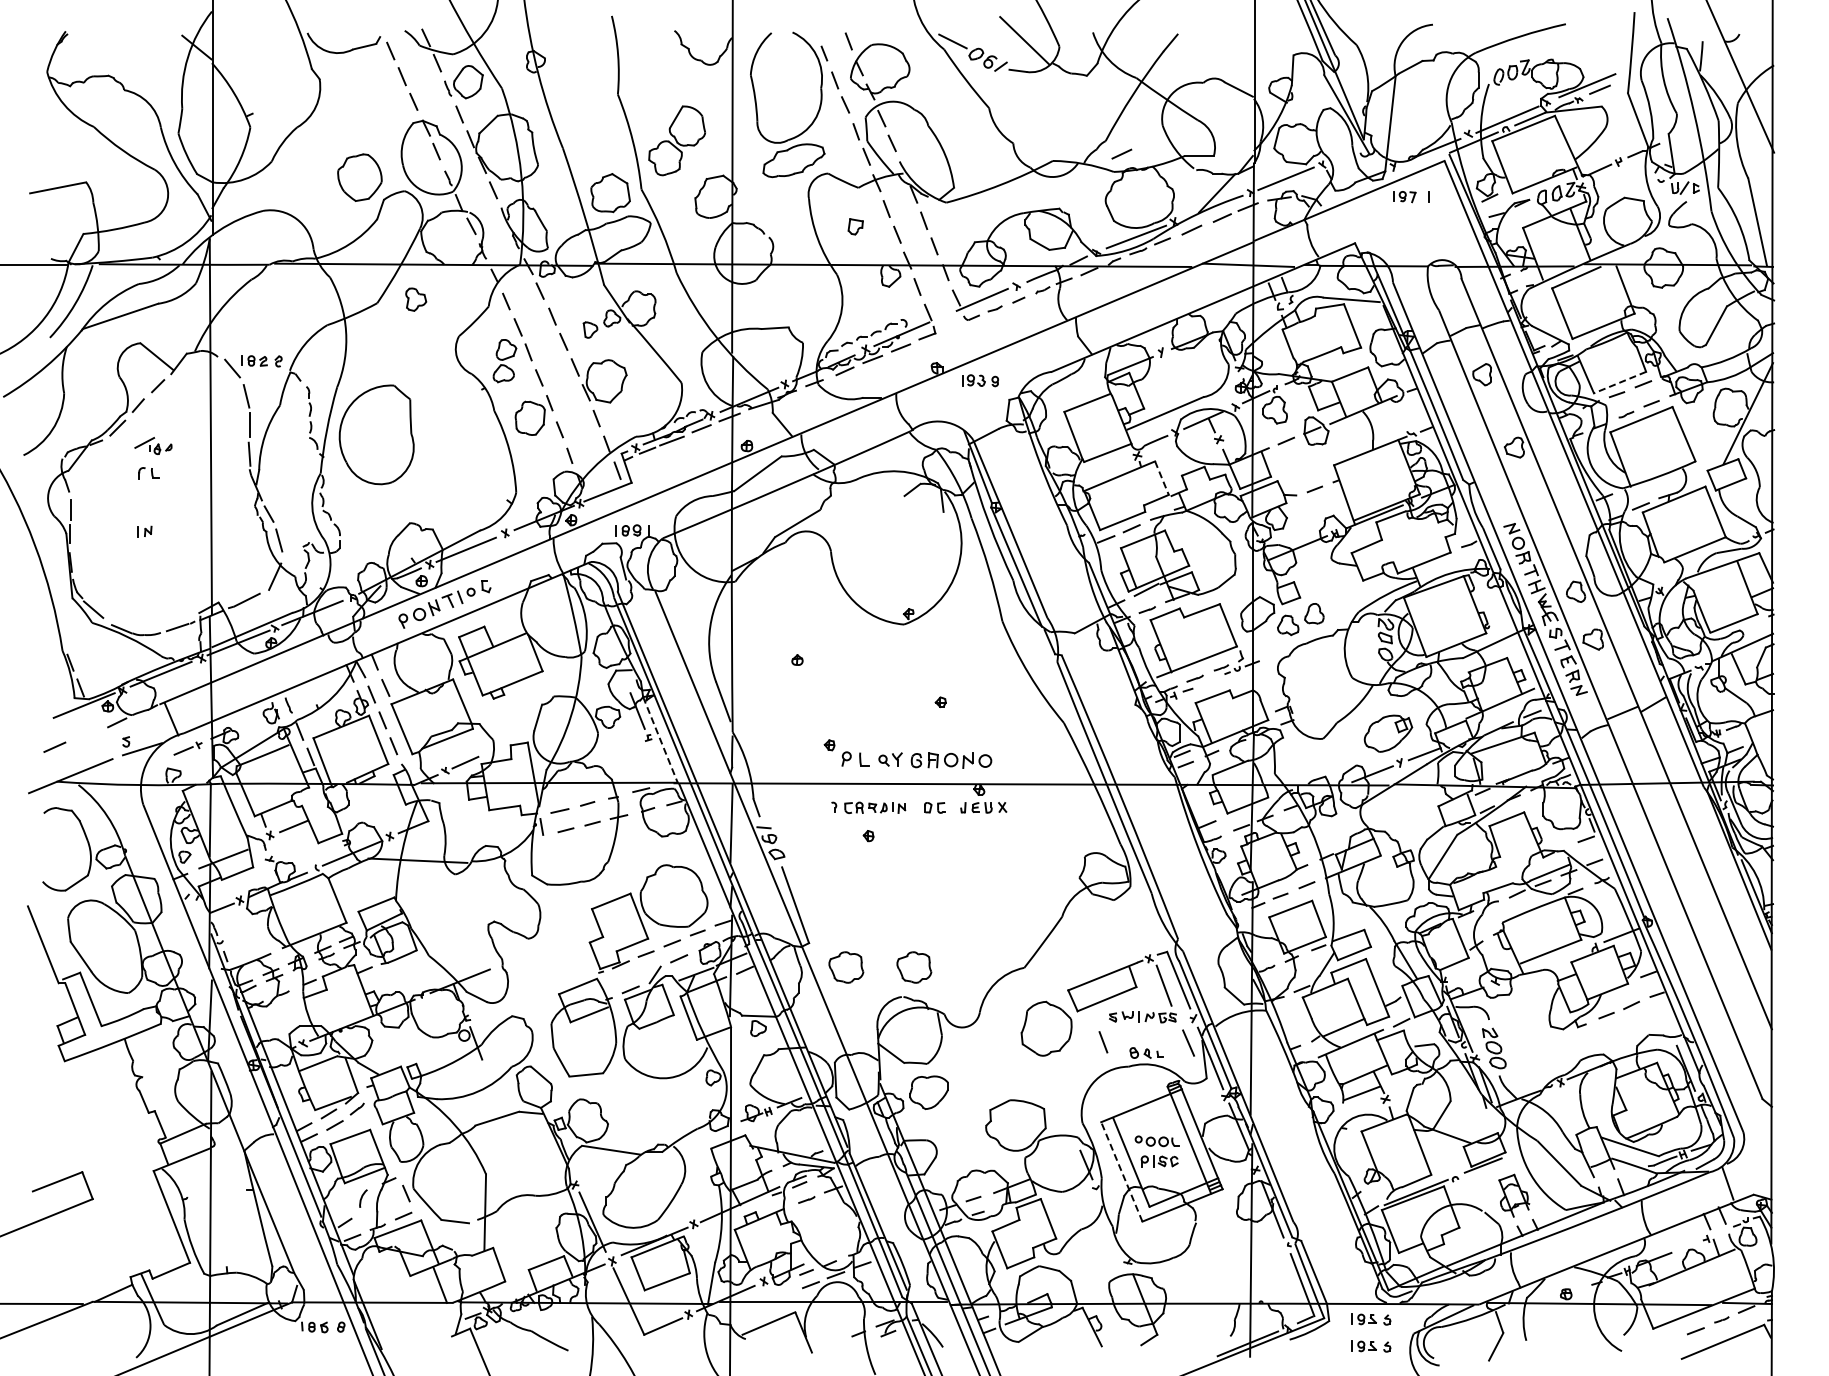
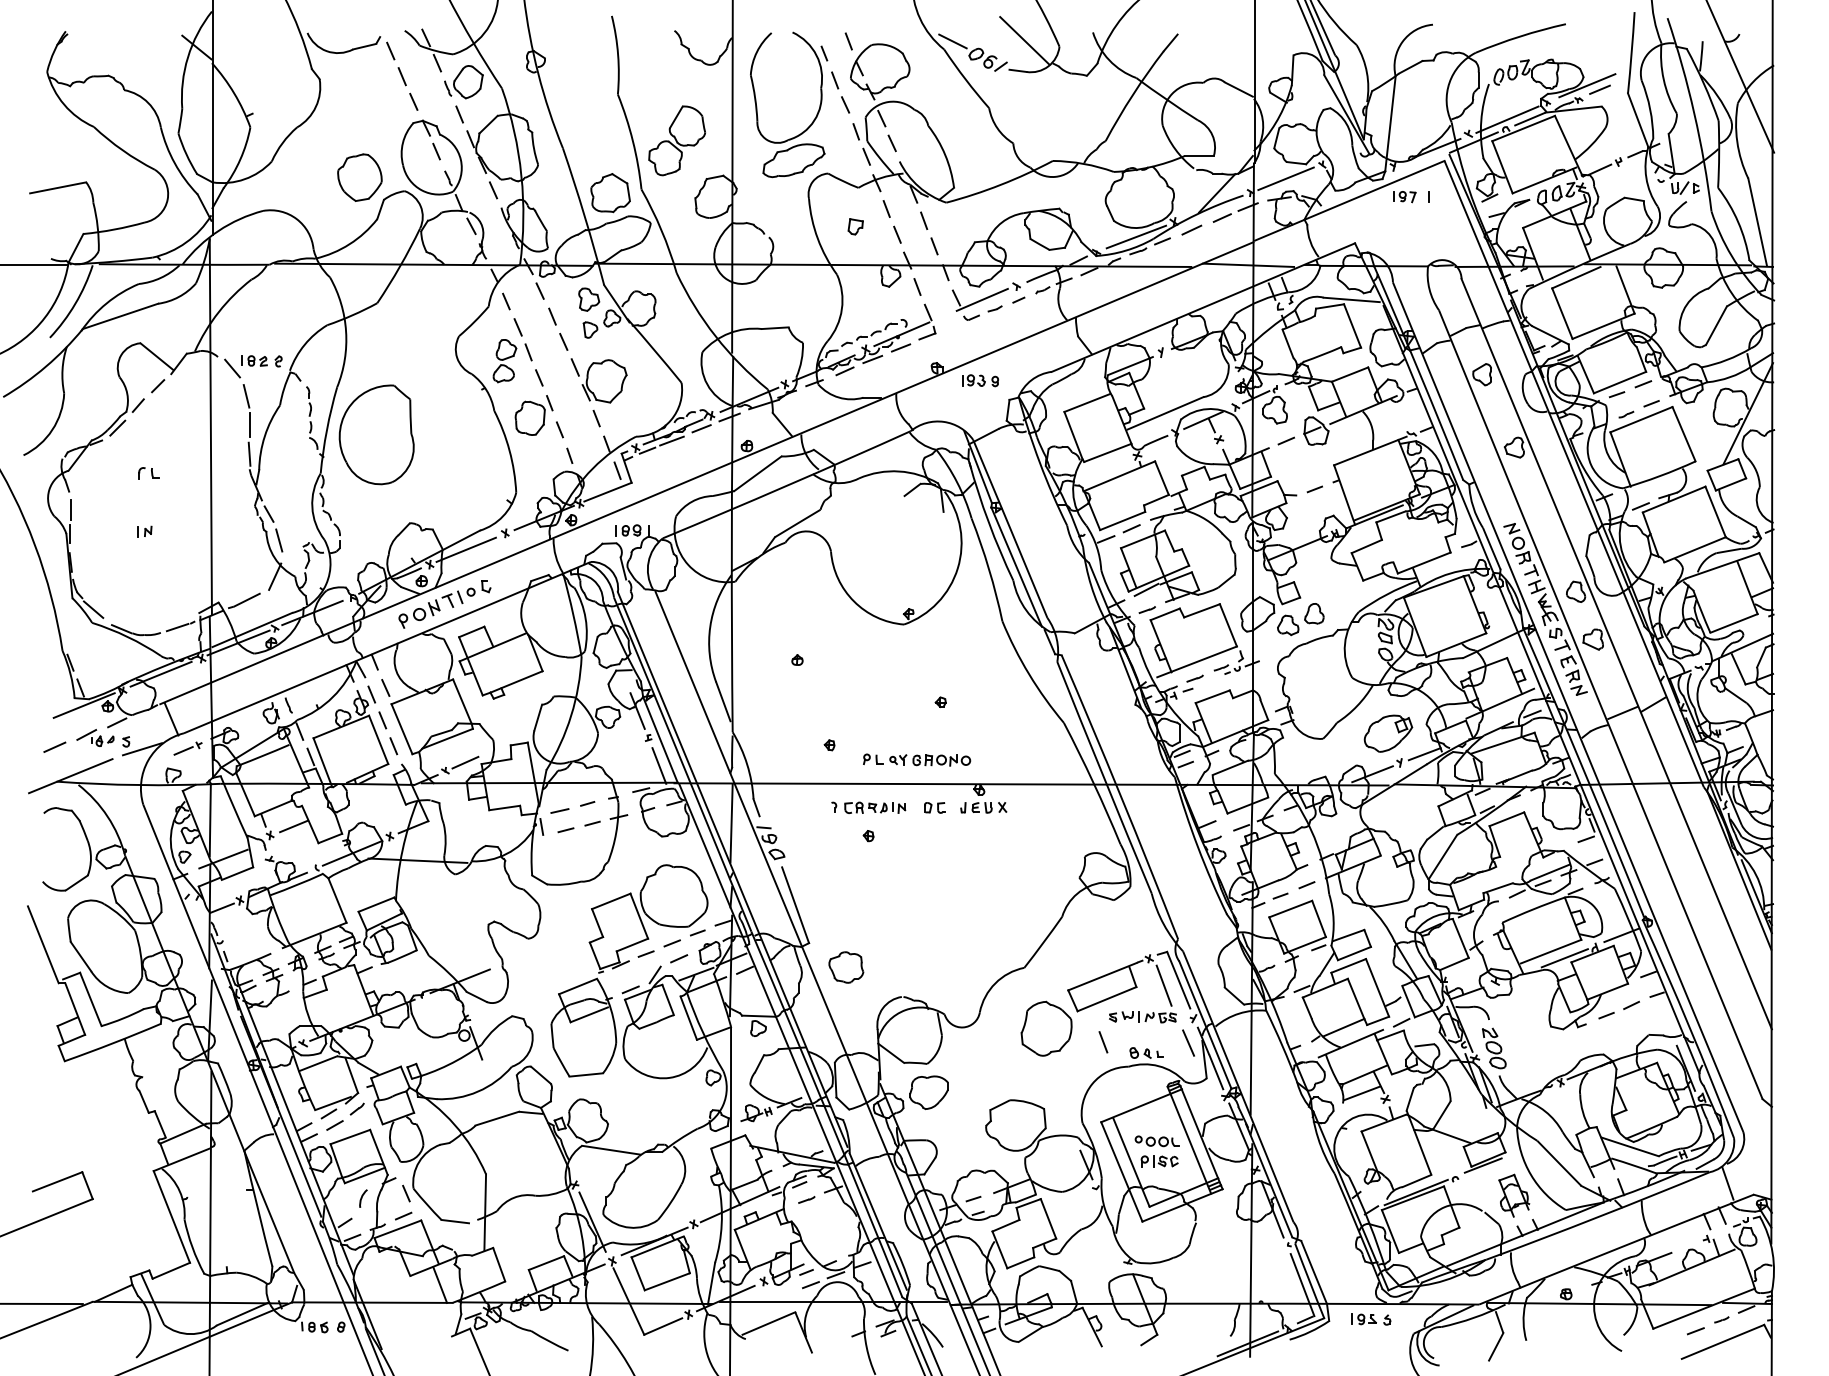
line at (1121, 153): present -> none
part at (416, 299) position: (416, 299) -> (589, 299)
line at (1619, 382): dashed -> solid
part at (153, 445) position: (153, 445) -> (95, 737)
line at (1162, 478): dashed -> solid
line at (660, 740): dashed -> solid
part at (916, 759) size: 152x18 px -> 109x14 px
line at (659, 765): none -> present
line at (1564, 958): none -> present
part at (914, 967): present -> none
line at (1121, 1171): dashed -> solid
part at (1371, 1346): present -> none
